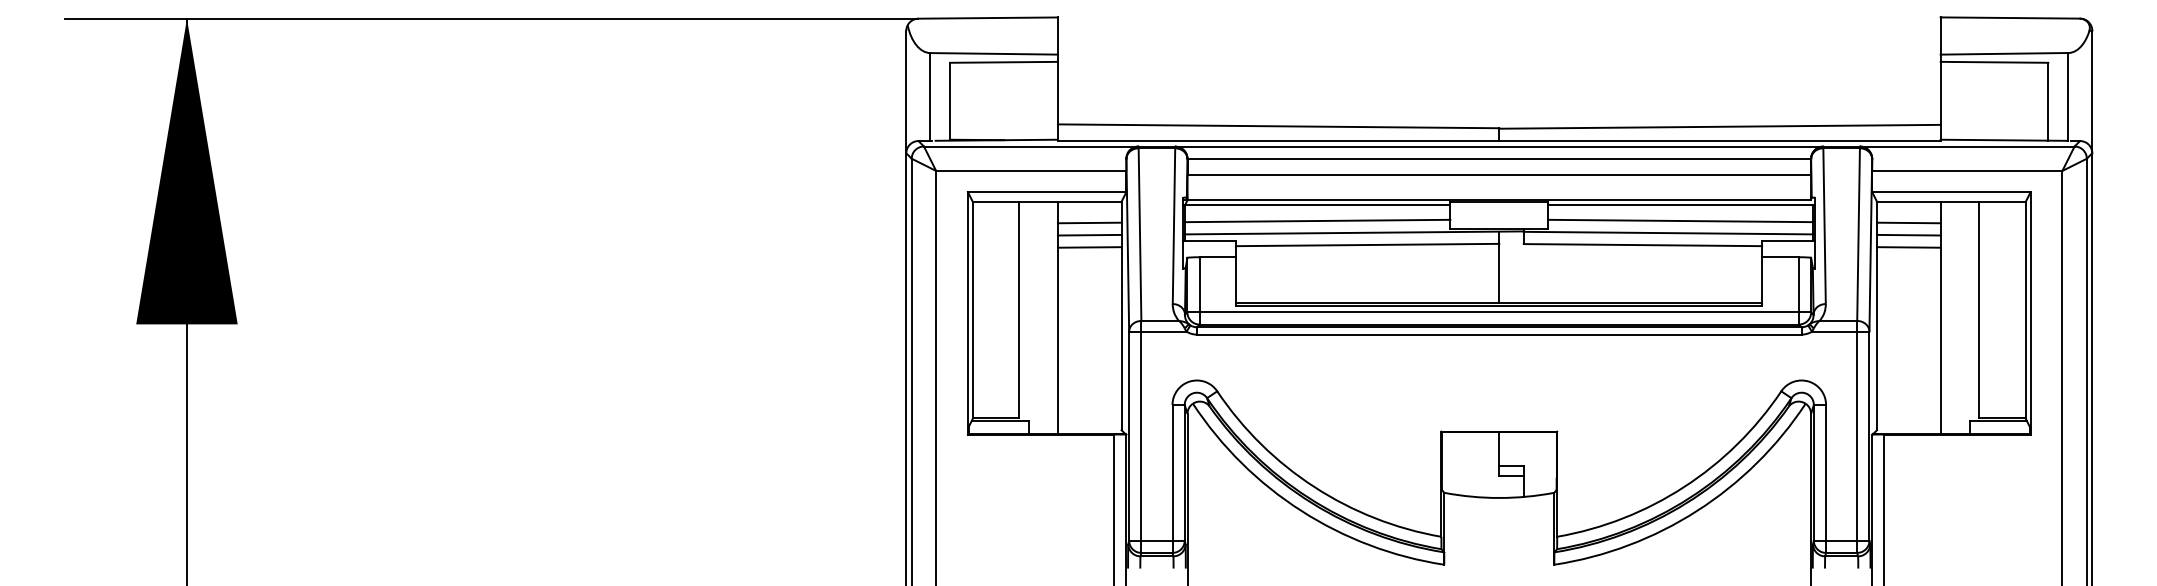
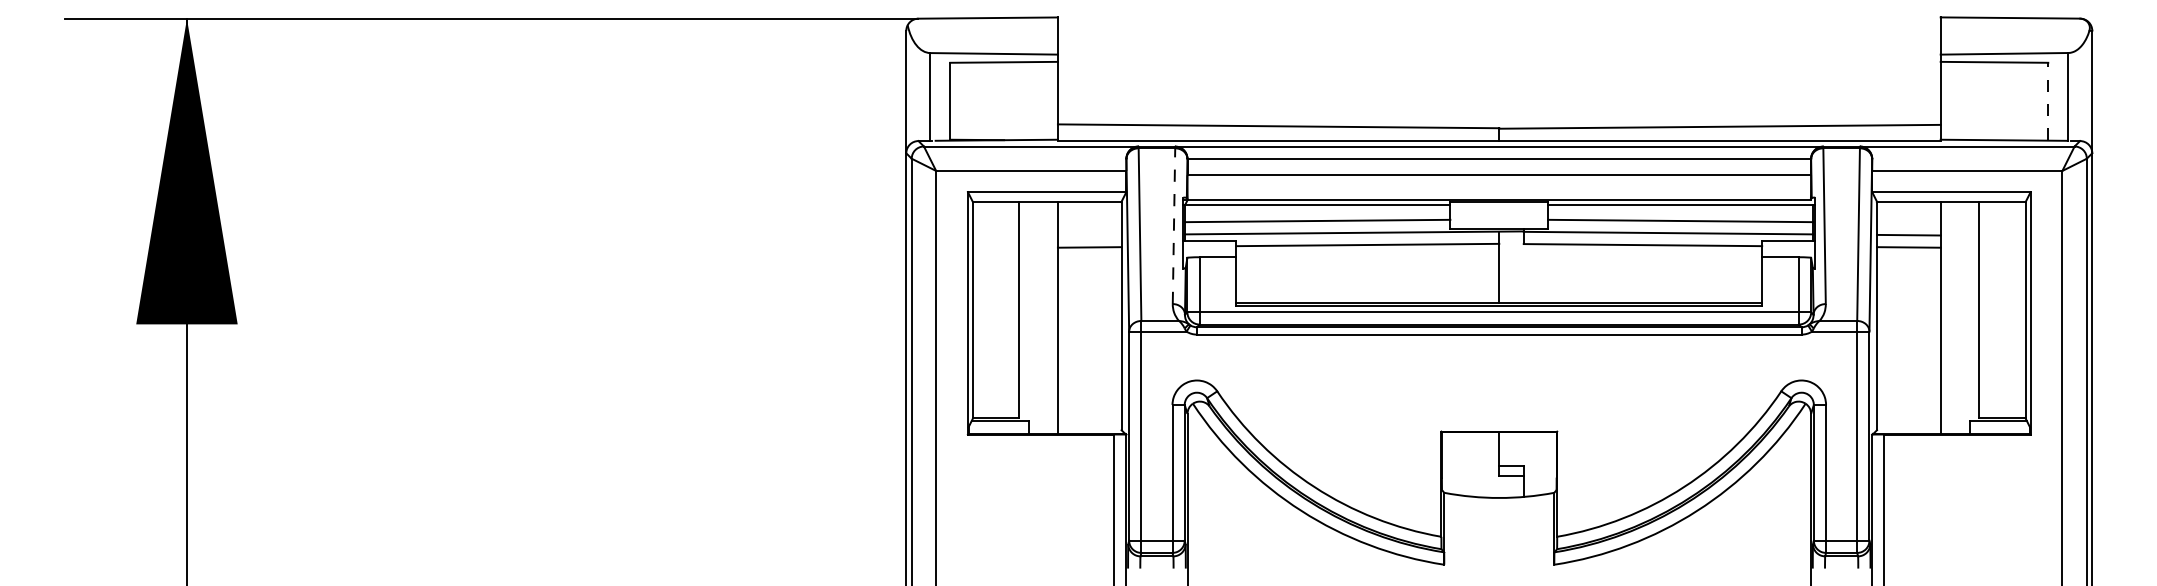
line at (2048, 101): solid -> dashed
line at (1089, 222): present -> none
line at (1908, 222): present -> none
line at (1174, 226): solid -> dashed
line at (1089, 234): present -> none
